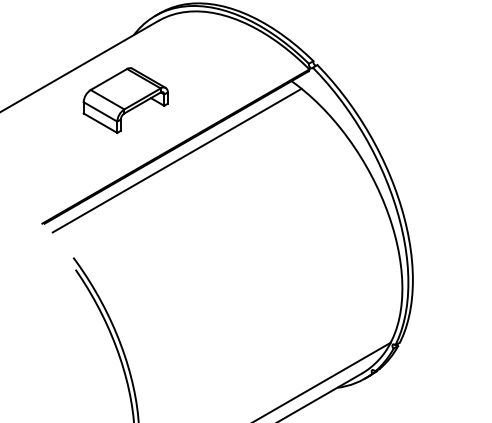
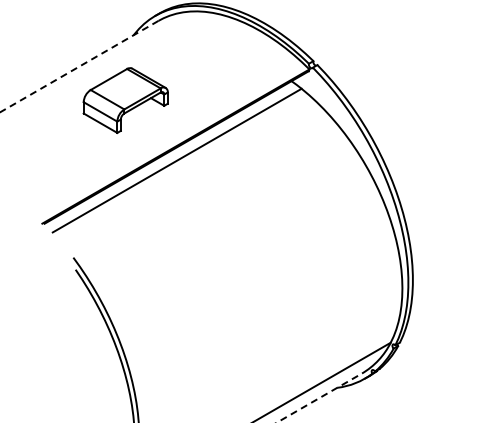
line at (79, 66): solid -> dashed
line at (319, 397): solid -> dashed
